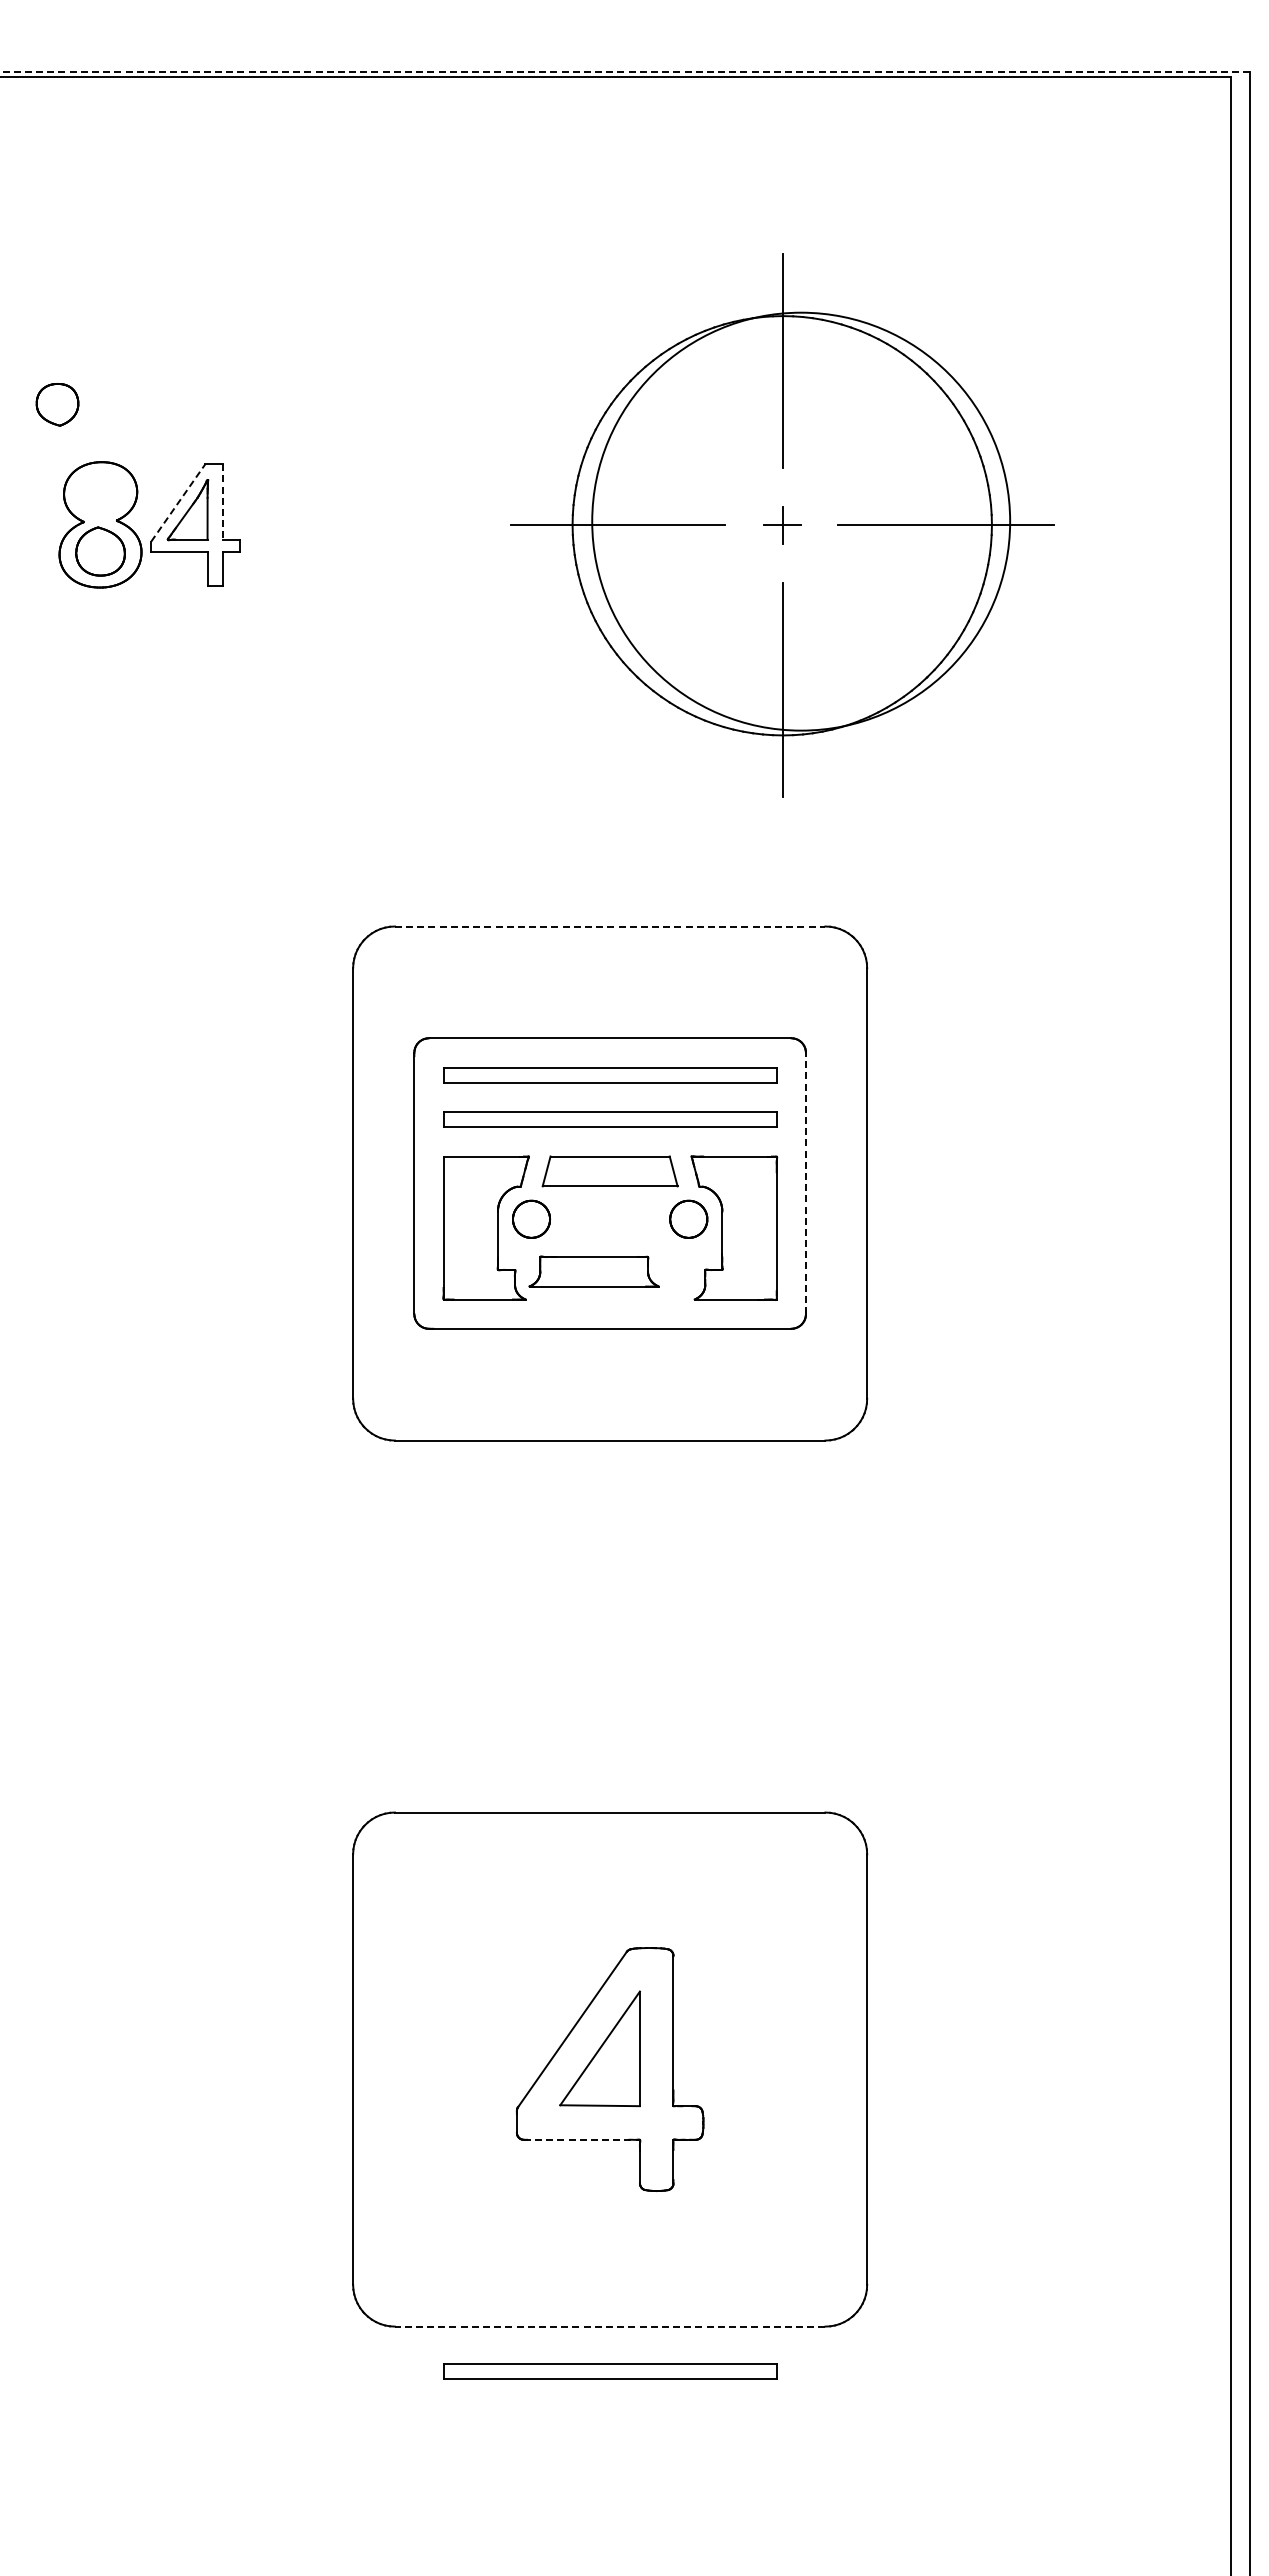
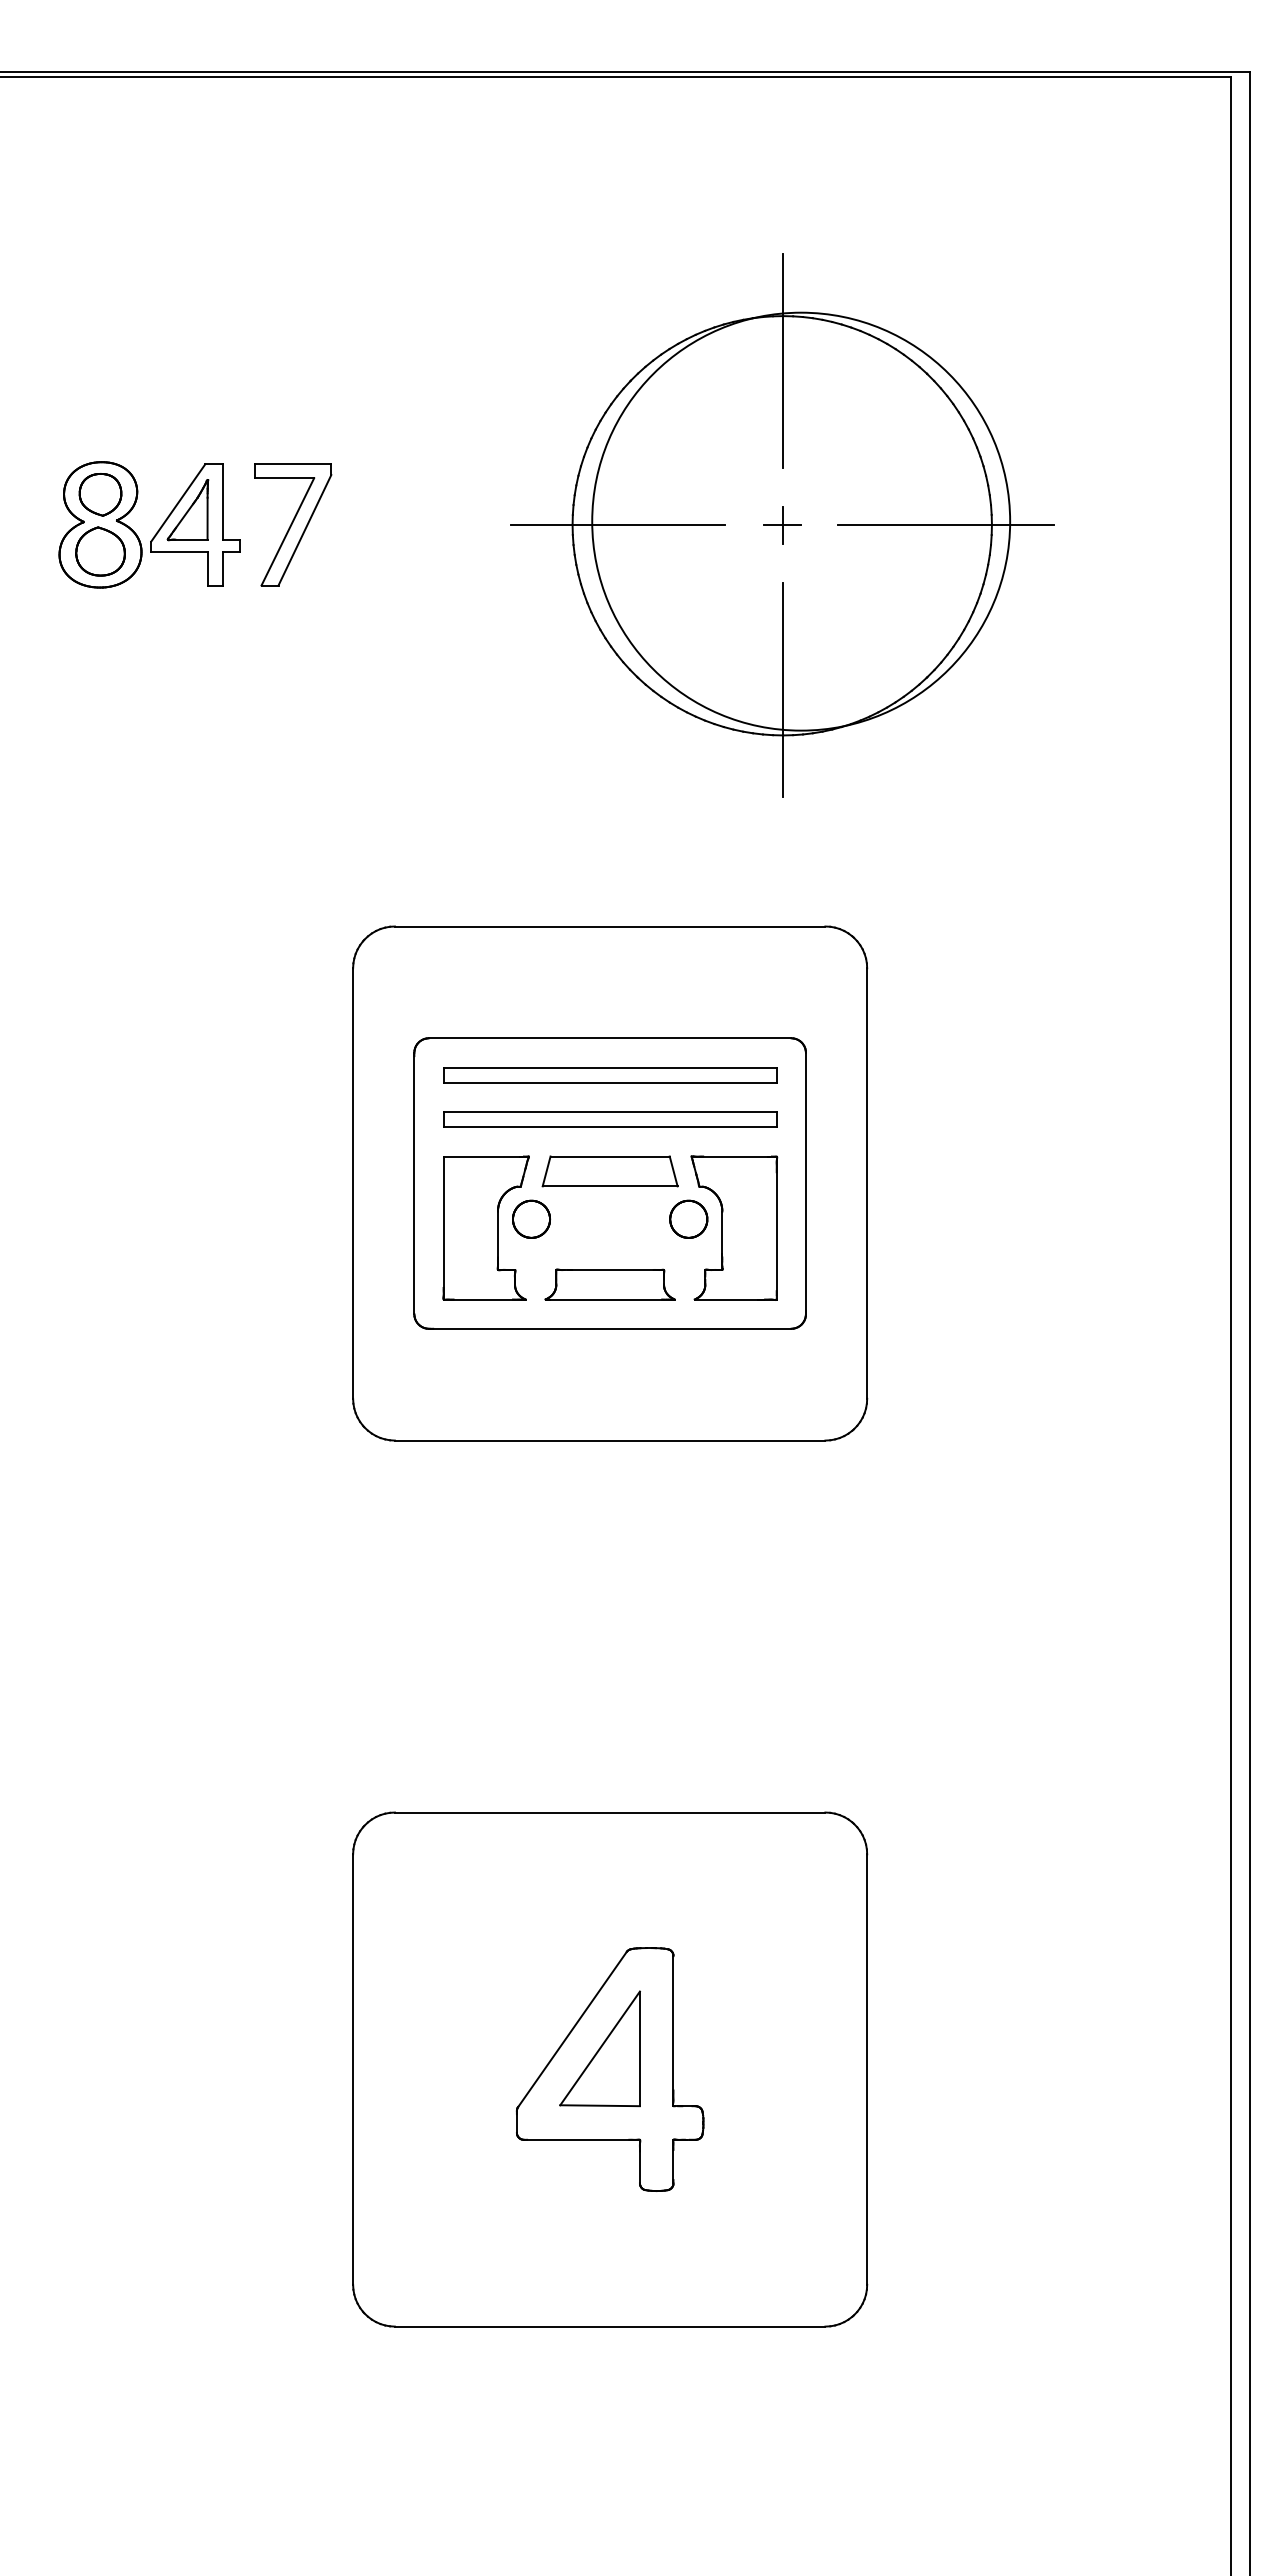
line at (625, 72): dashed -> solid
part at (57, 404) position: (57, 404) -> (100, 494)
line at (223, 501): dashed -> solid
line at (178, 502): dashed -> solid
part at (293, 524): none -> present
line at (610, 926): dashed -> solid
line at (805, 1183): dashed -> solid
part at (593, 1271) position: (593, 1271) -> (609, 1284)
line at (582, 2139): dashed -> solid
line at (609, 2326): dashed -> solid
part at (610, 2371): present -> none
